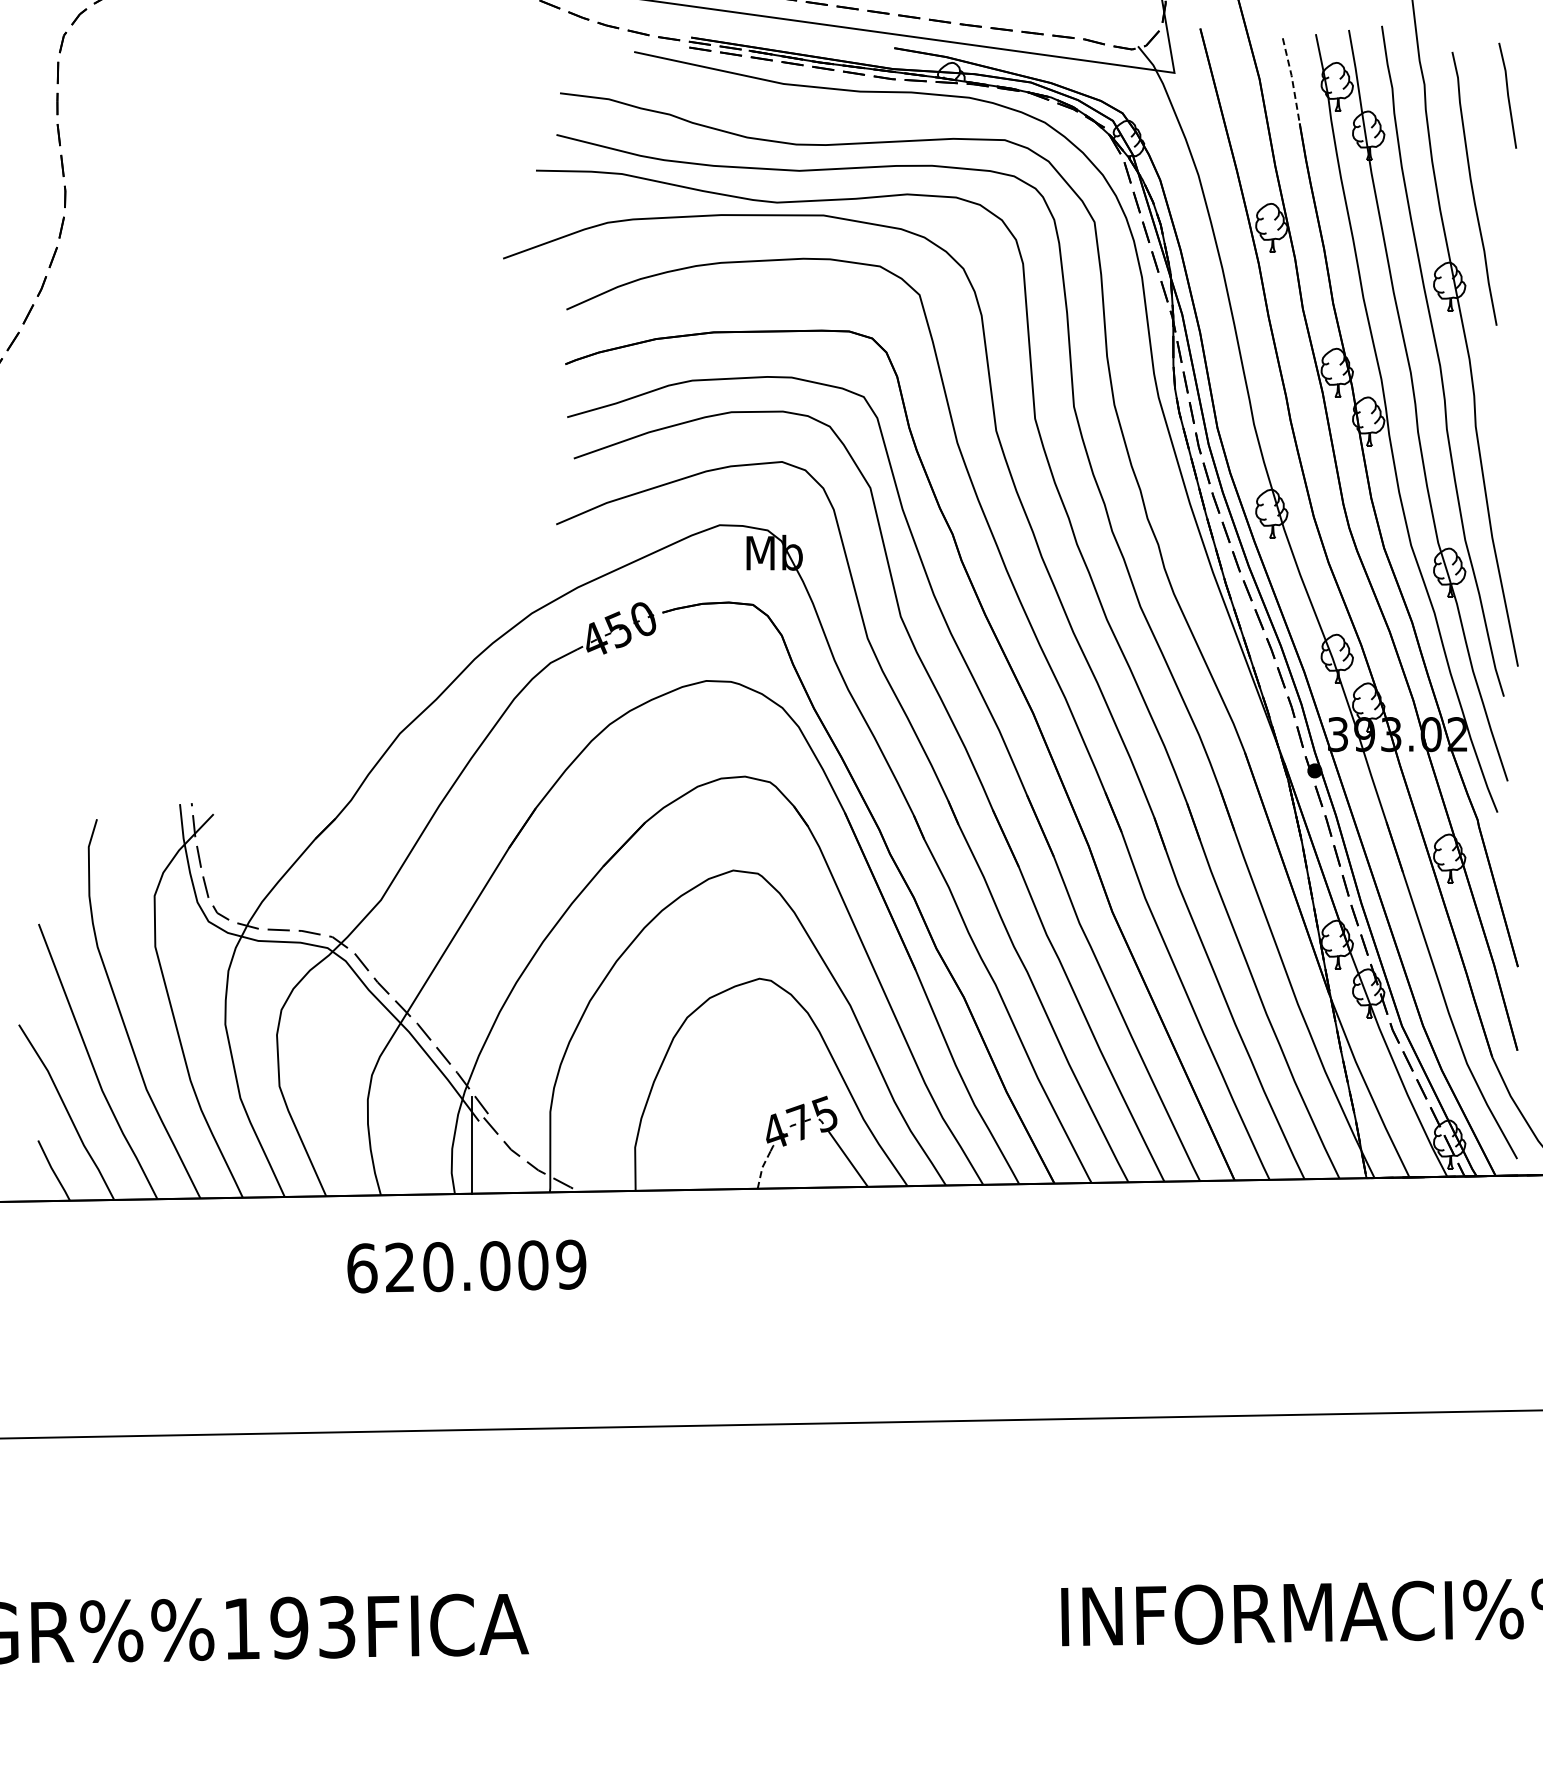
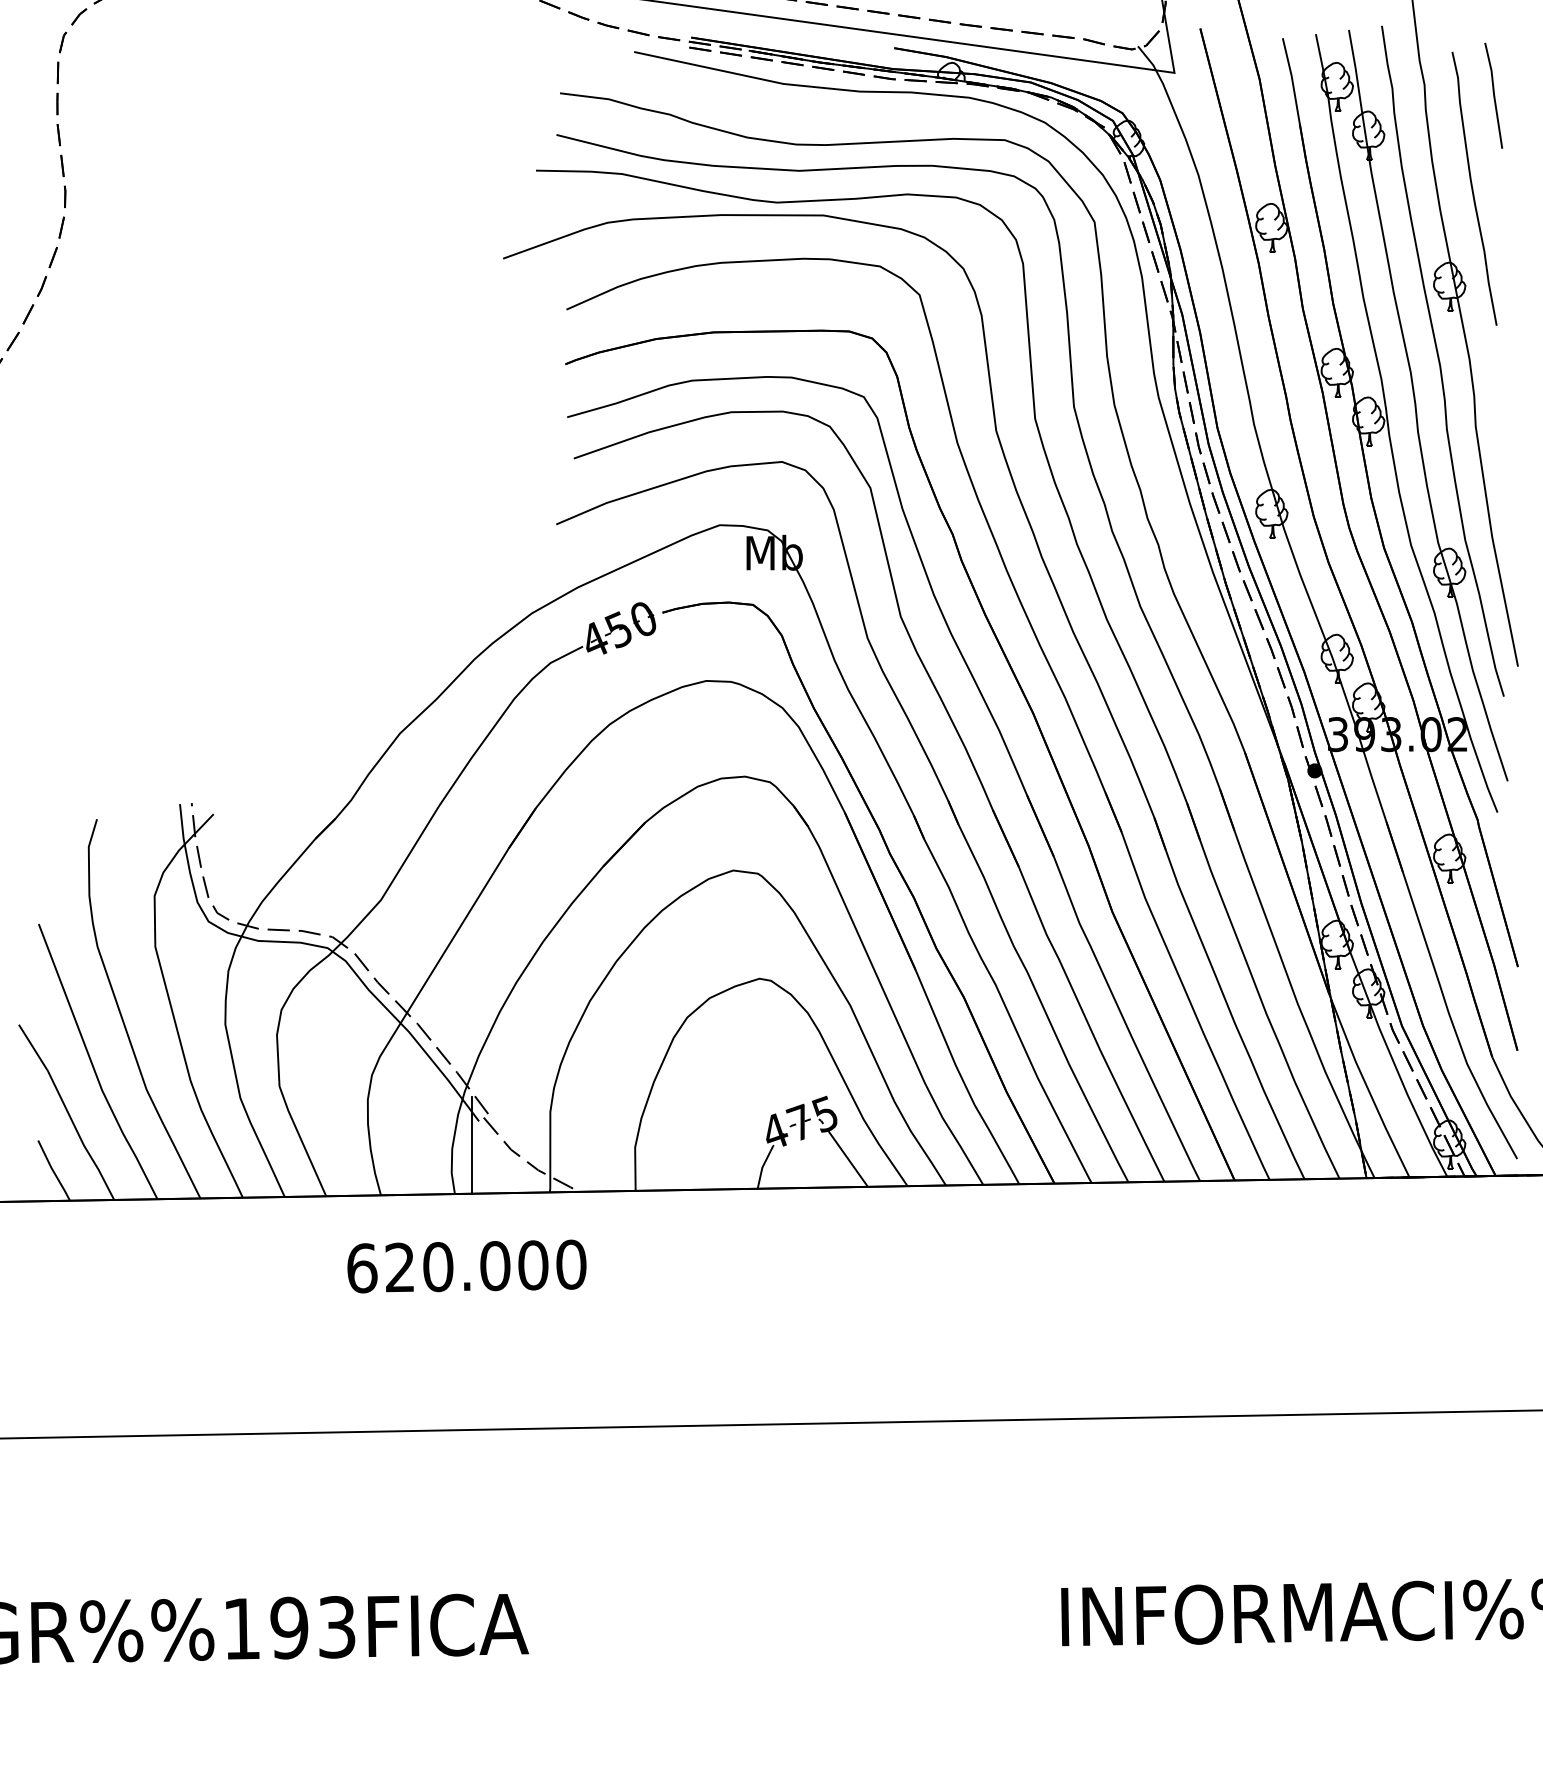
line at (1292, 80): dashed -> solid
line at (1507, 95) position: (1507, 95) -> (1493, 95)
line at (762, 1168): dashed -> solid
text at (571, 1264): 620.009 -> 620.000
